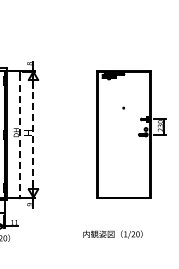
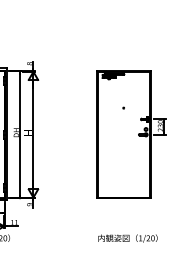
line at (33, 134): dashed -> solid
line at (20, 135): dashed -> solid
text at (112, 234) position: (112, 234) -> (127, 238)
